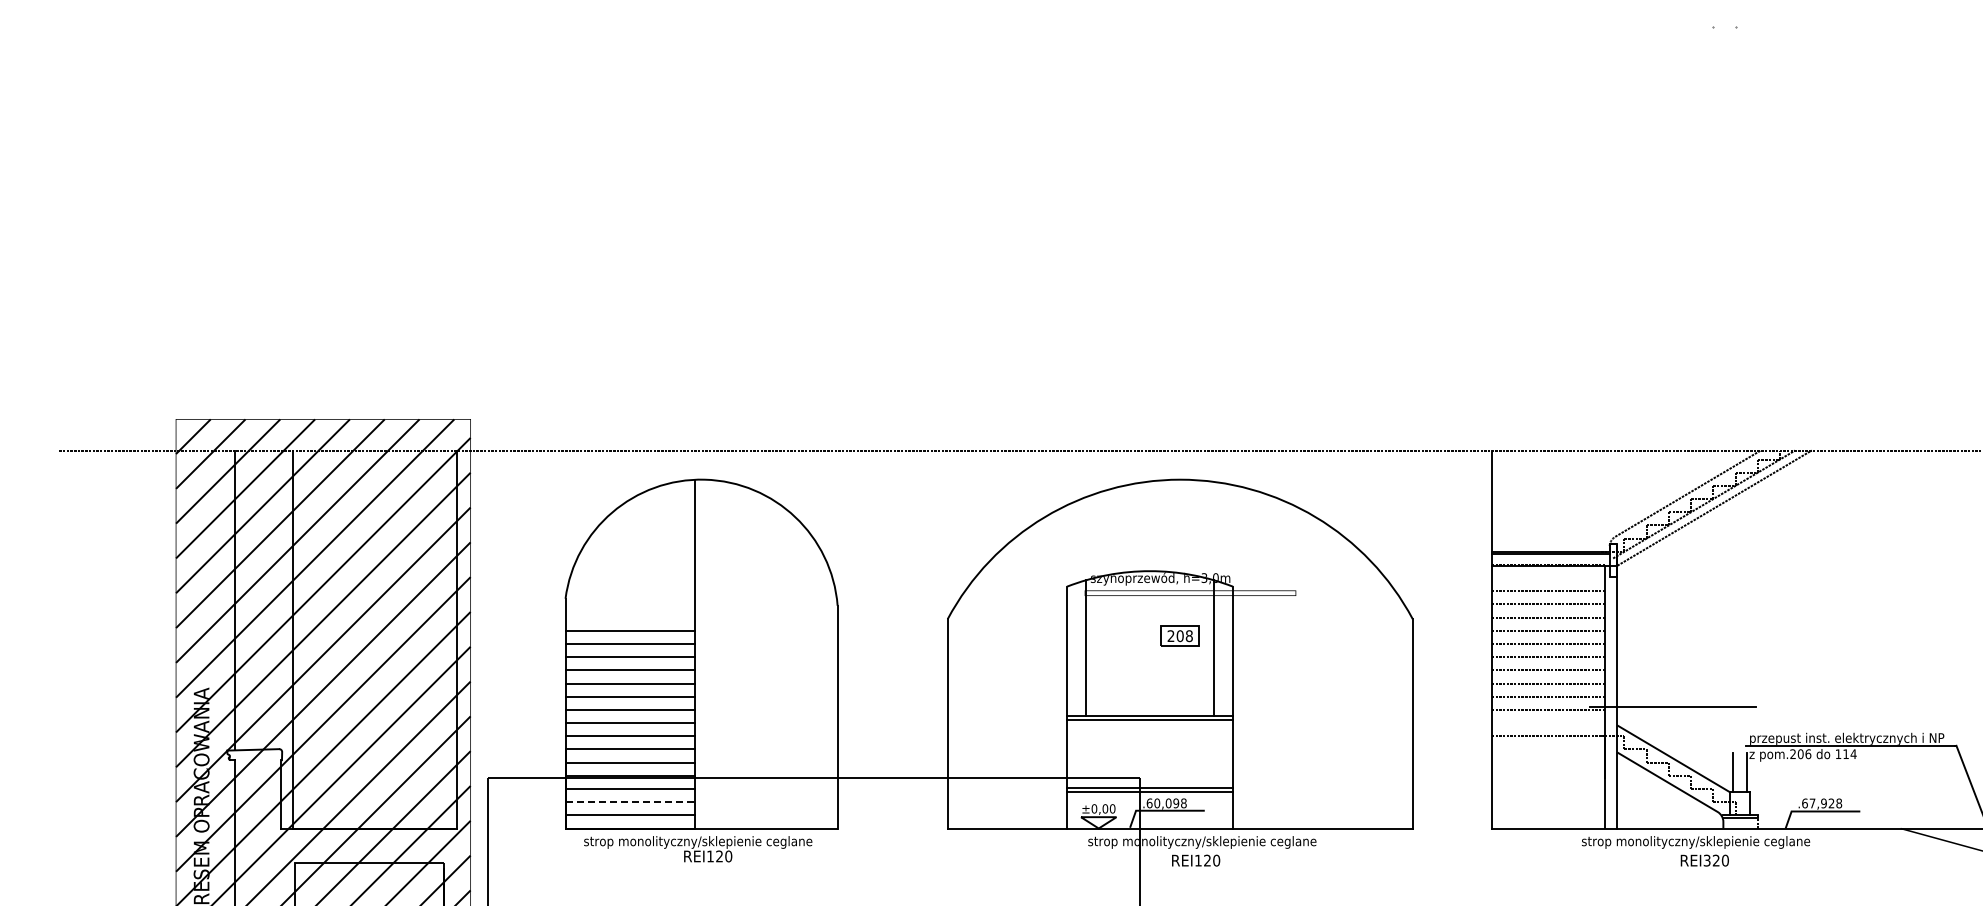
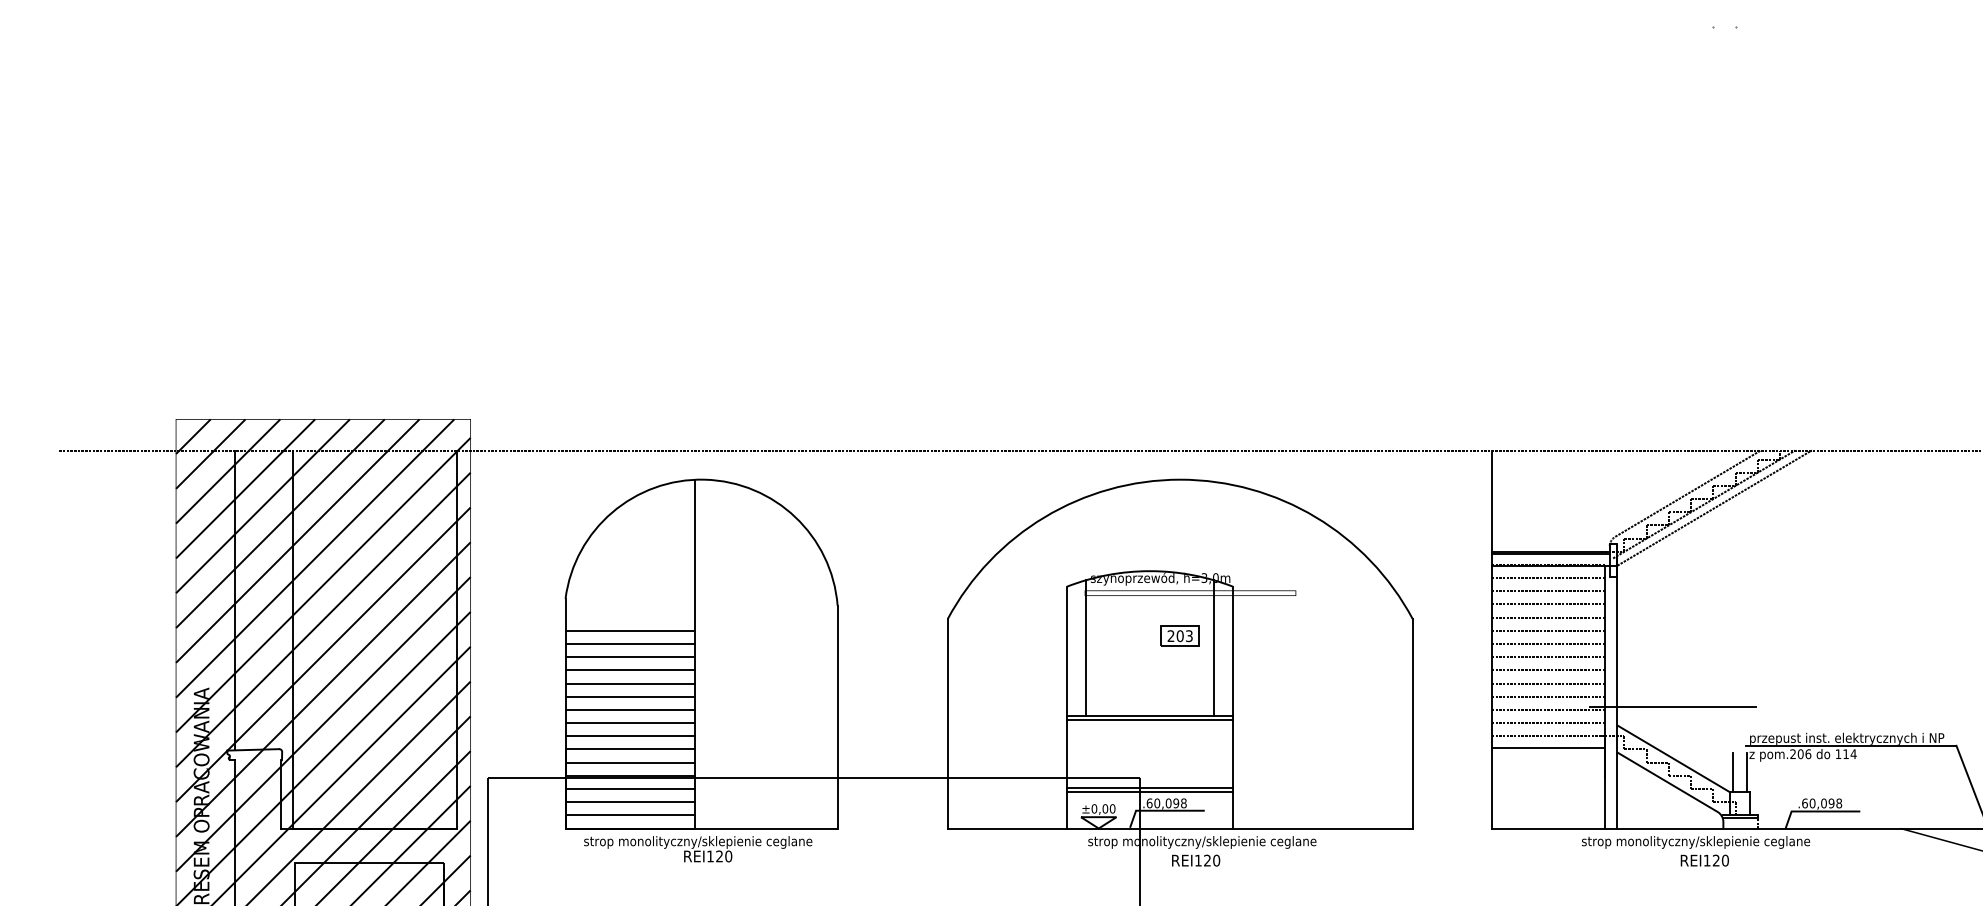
line at (1548, 578): none -> present
text at (1188, 635): 208 -> 203
line at (1548, 723): none -> present
line at (1548, 747): none -> present
line at (630, 802): dashed -> solid
text at (1821, 803): .67,928 -> .60,098
text at (1706, 860): REI320 -> REI120
